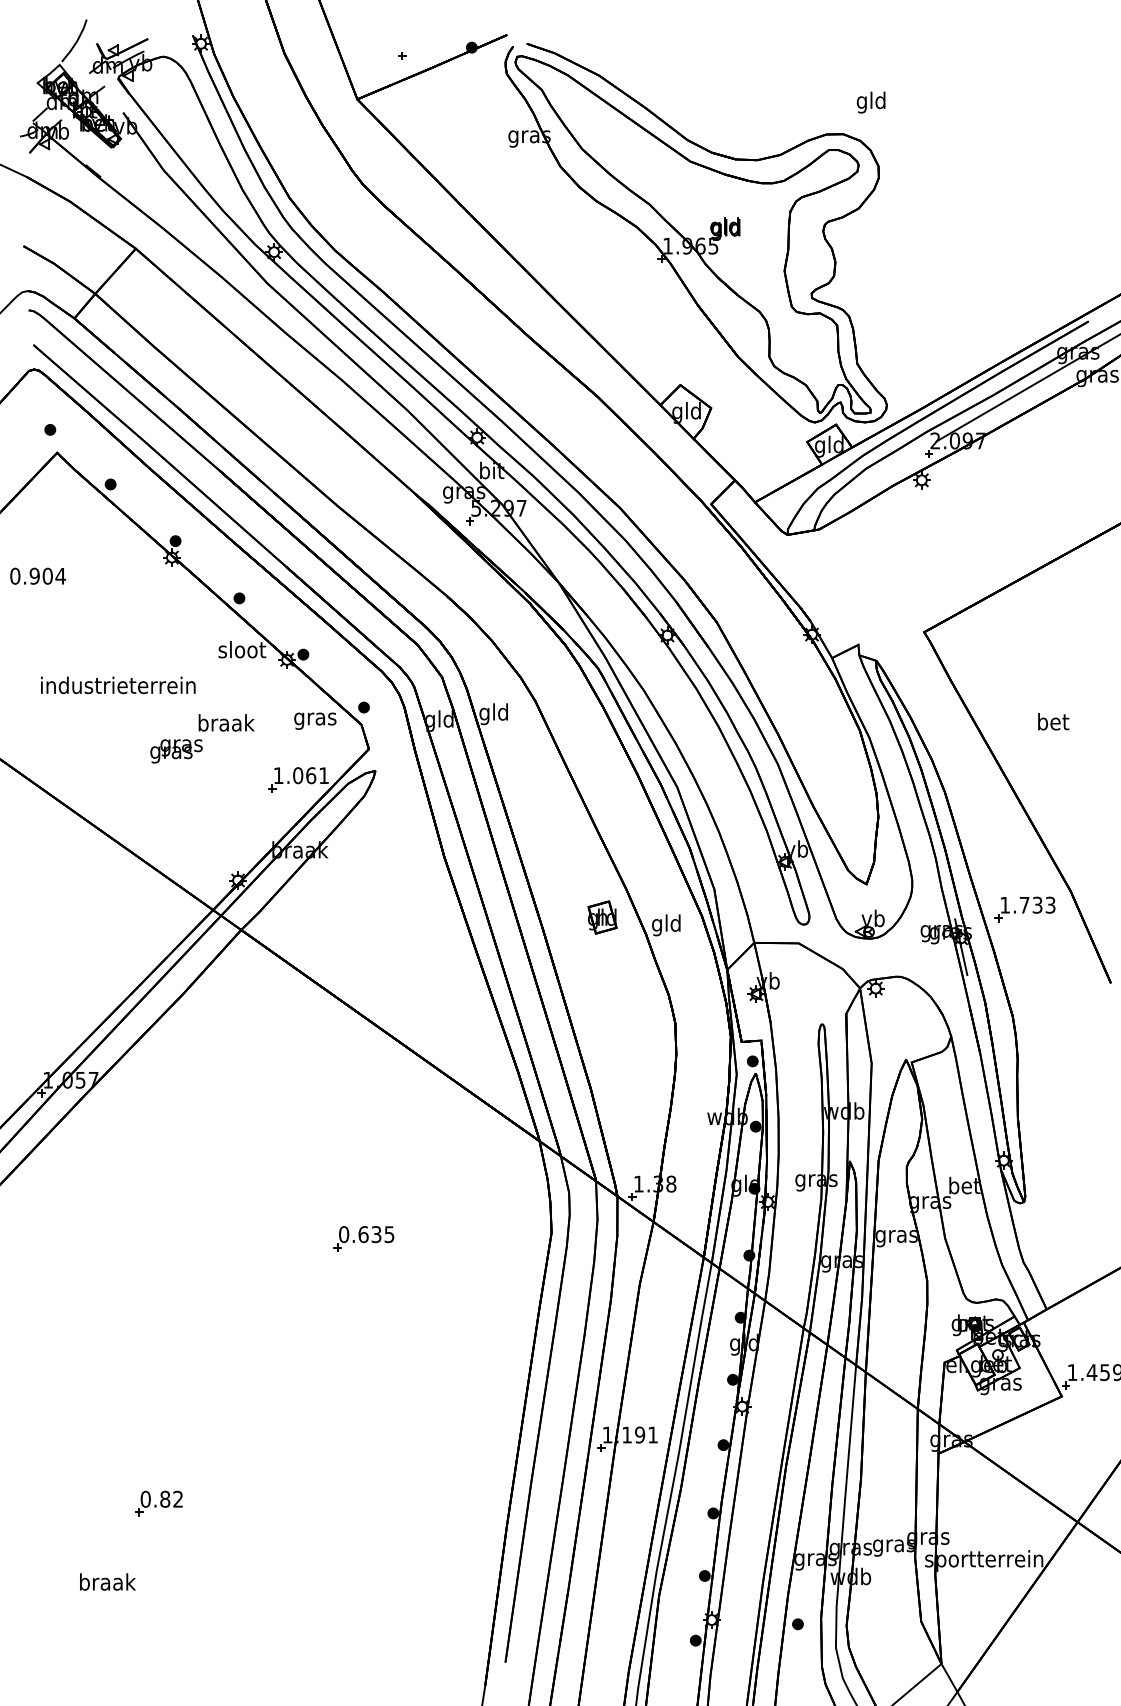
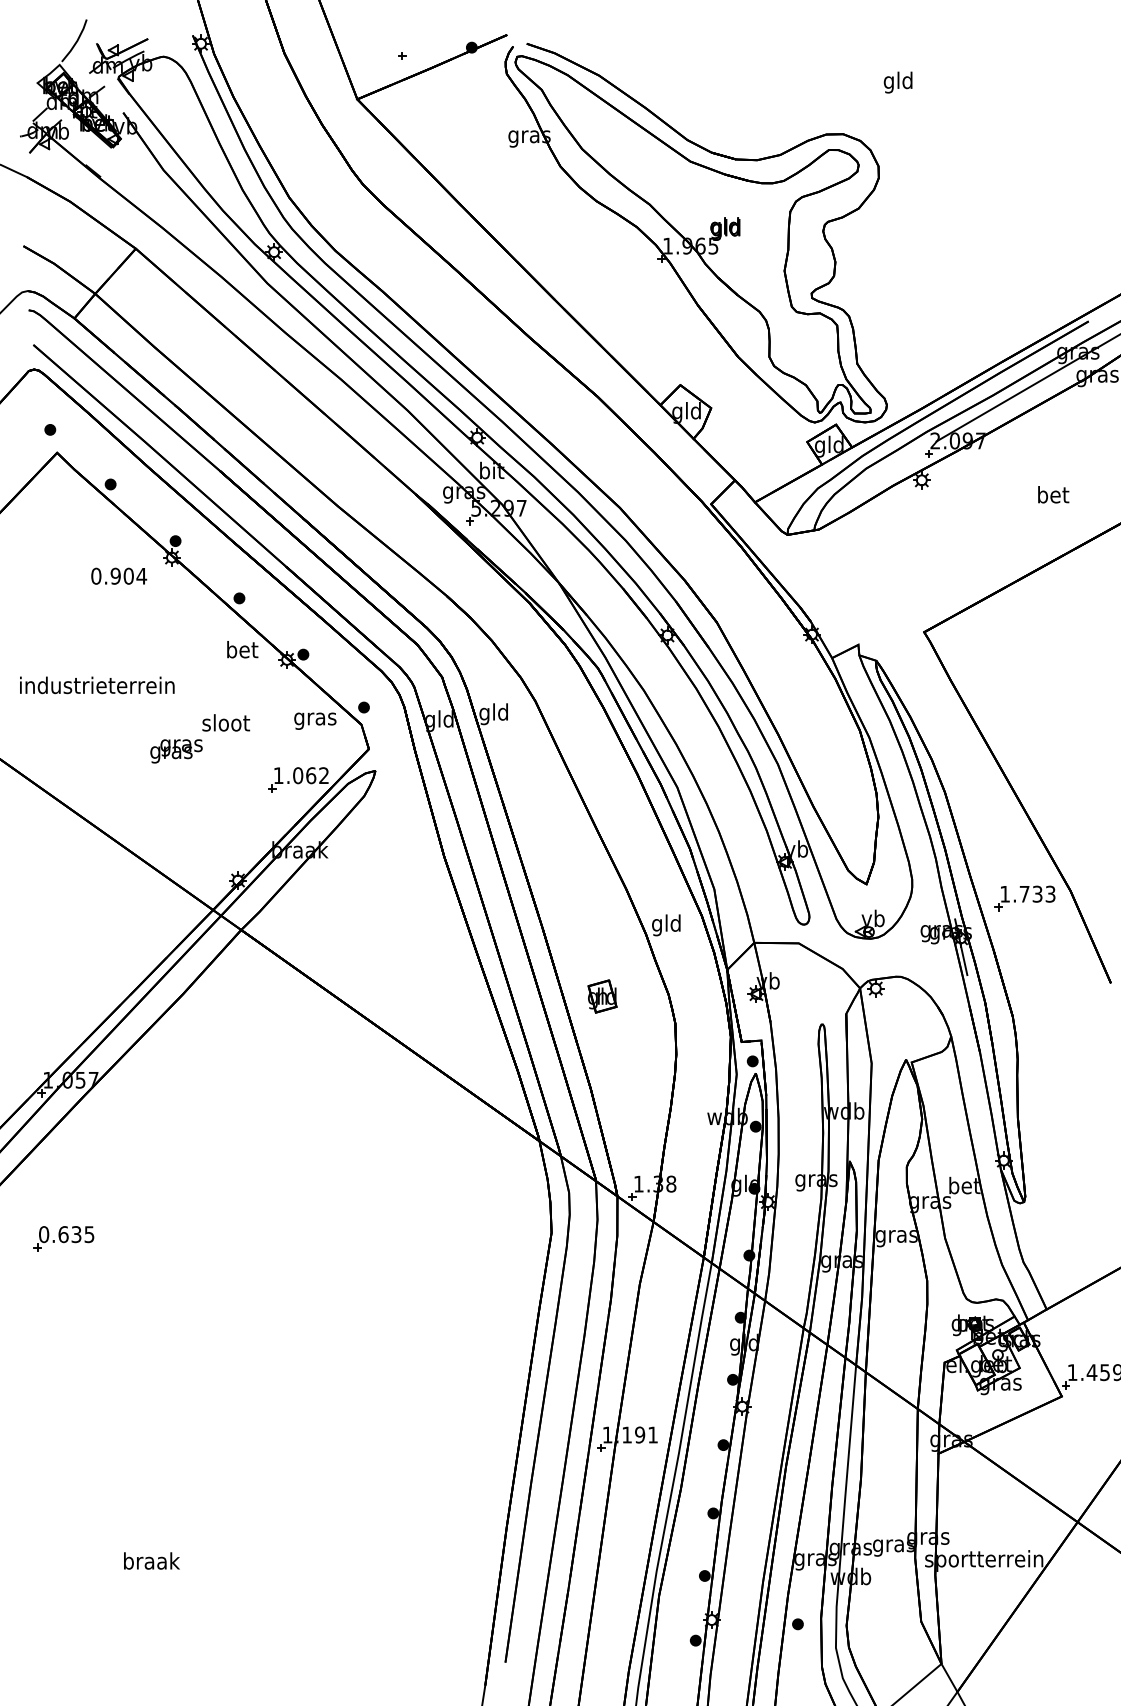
text at (870, 102) position: (870, 102) -> (897, 82)
text at (38, 575) position: (38, 575) -> (119, 575)
text at (242, 649): sloot -> bet
text at (118, 685) position: (118, 685) -> (97, 685)
text at (1053, 721) position: (1053, 721) -> (1053, 494)
text at (226, 722): braak -> sloot
text at (323, 775): 1.061 -> 1.062
part at (1024, 909) position: (1024, 909) -> (1024, 898)
part at (602, 917) position: (602, 917) -> (602, 996)
part at (363, 1238) position: (363, 1238) -> (63, 1238)
part at (158, 1503): present -> none
text at (107, 1581) position: (107, 1581) -> (151, 1560)
